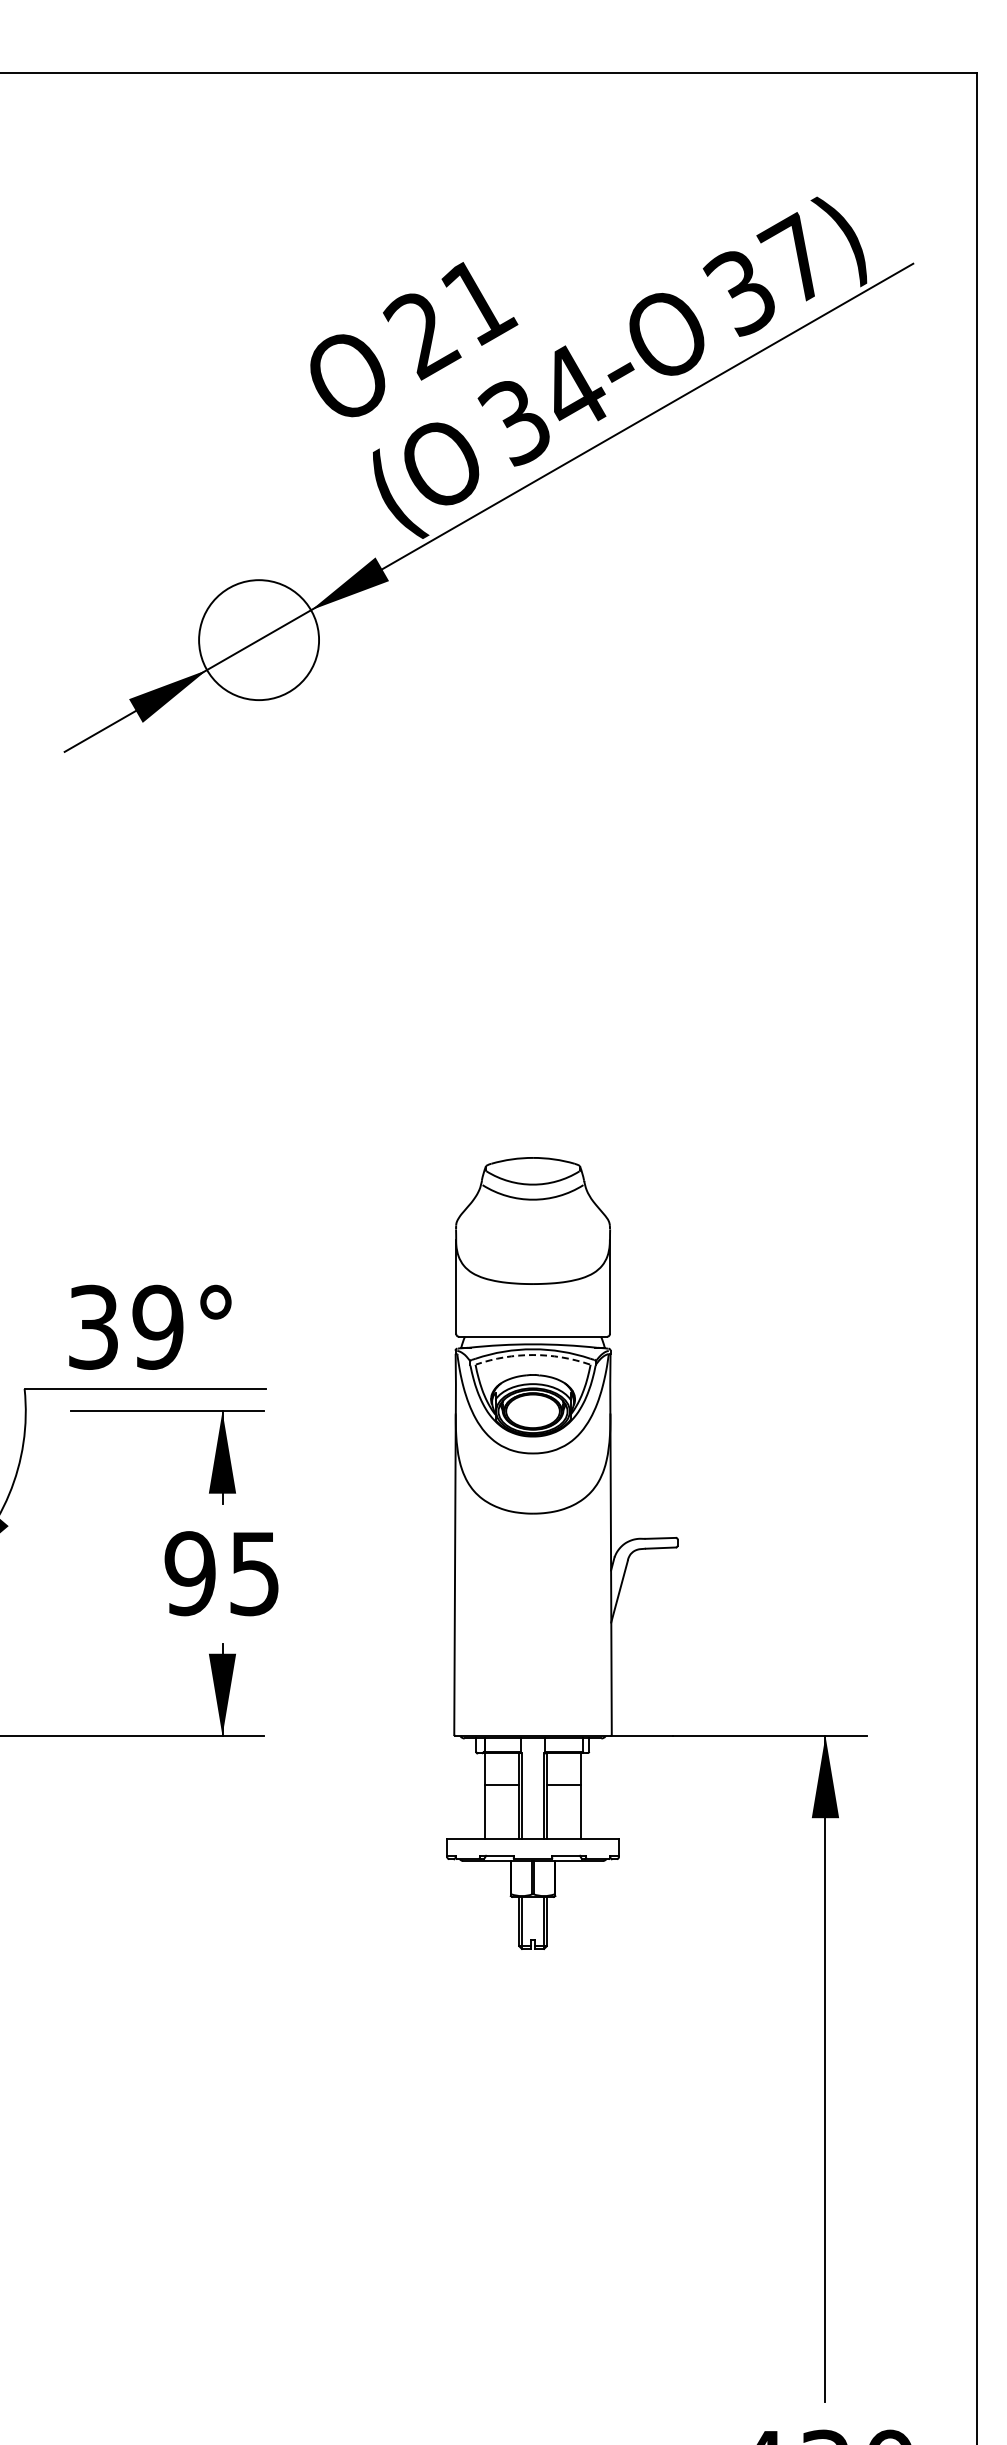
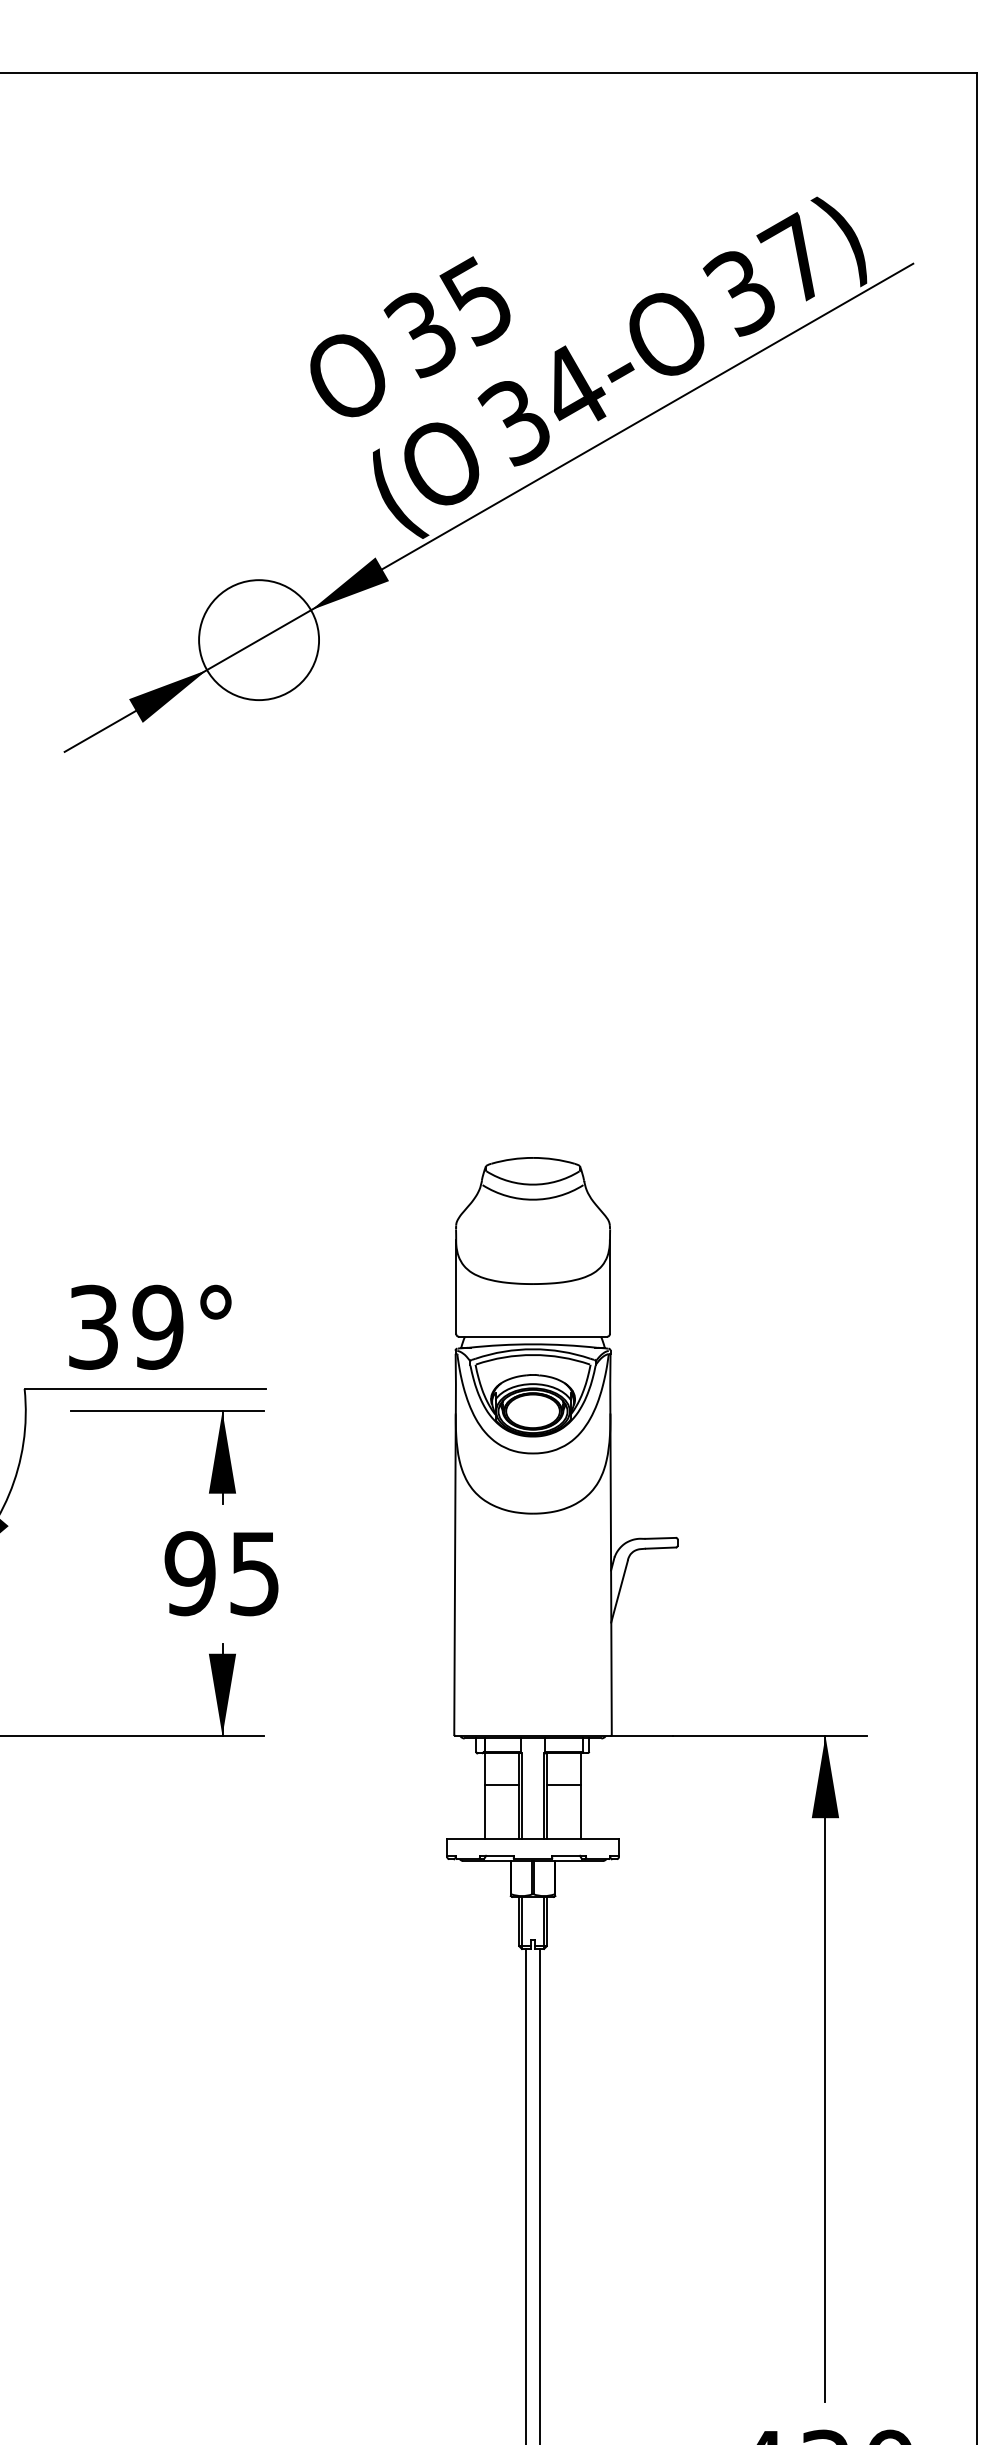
text at (450, 318): 21 -> 35
arc at (533, 1355): dashed -> solid
line at (526, 2194): none -> present
line at (539, 2194): none -> present
